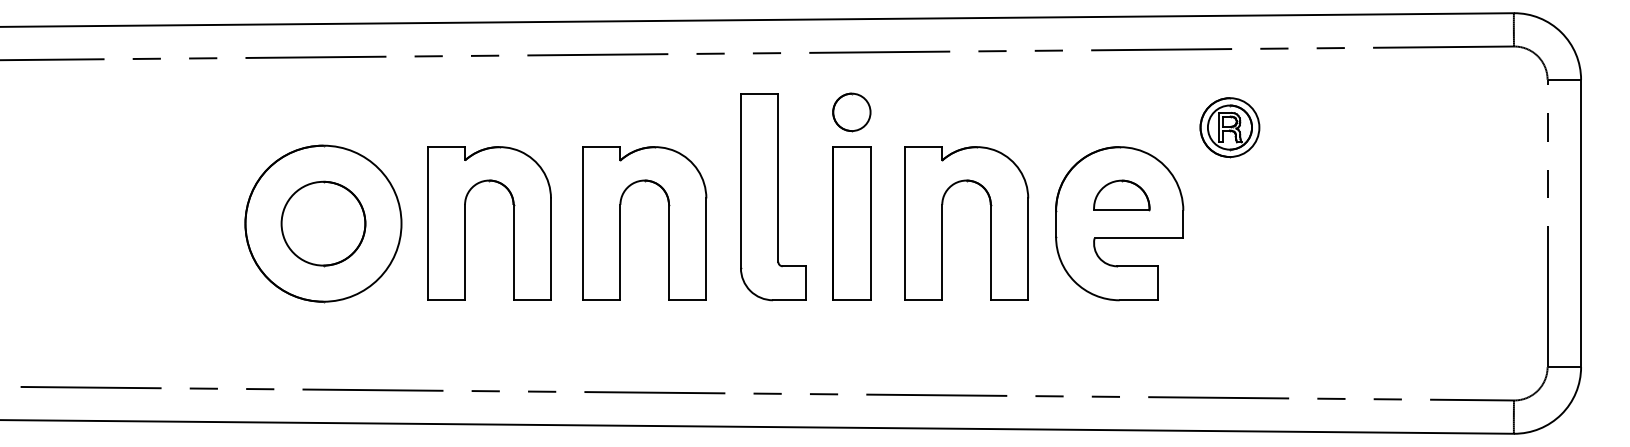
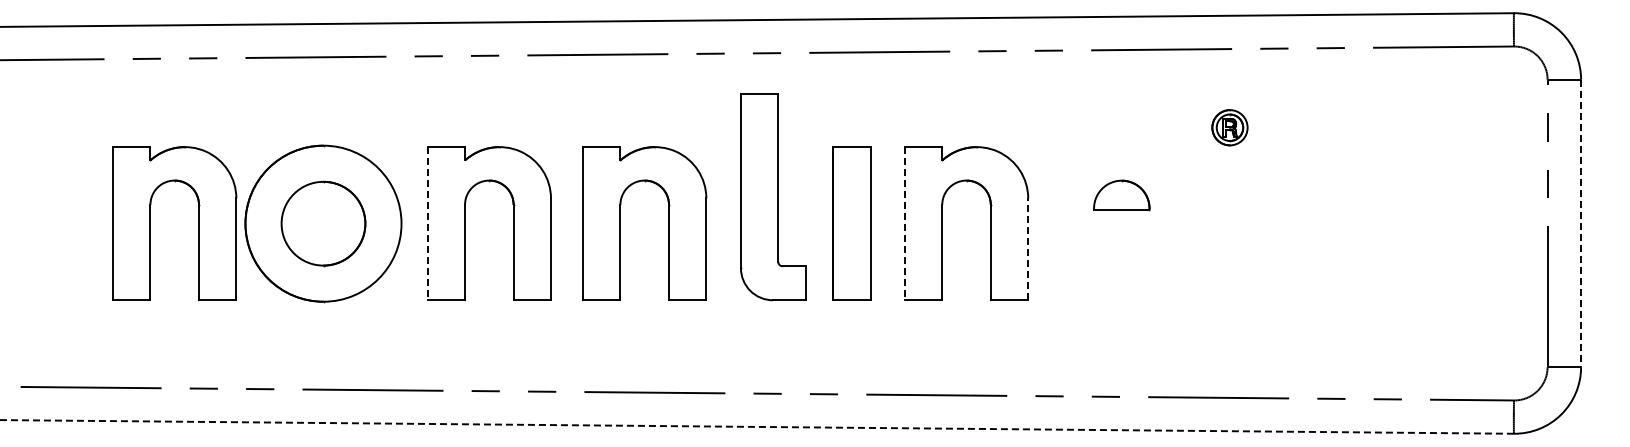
part at (851, 112): present -> none
part at (1229, 127) size: 62x62 px -> 38x38 px
part at (150, 223): none -> present
line at (427, 223): solid -> dashed
line at (904, 223): solid -> dashed
part at (1119, 223): present -> none
line at (1581, 223): solid -> dashed
line at (1028, 249): solid -> dashed
line at (757, 426): solid -> dashed
